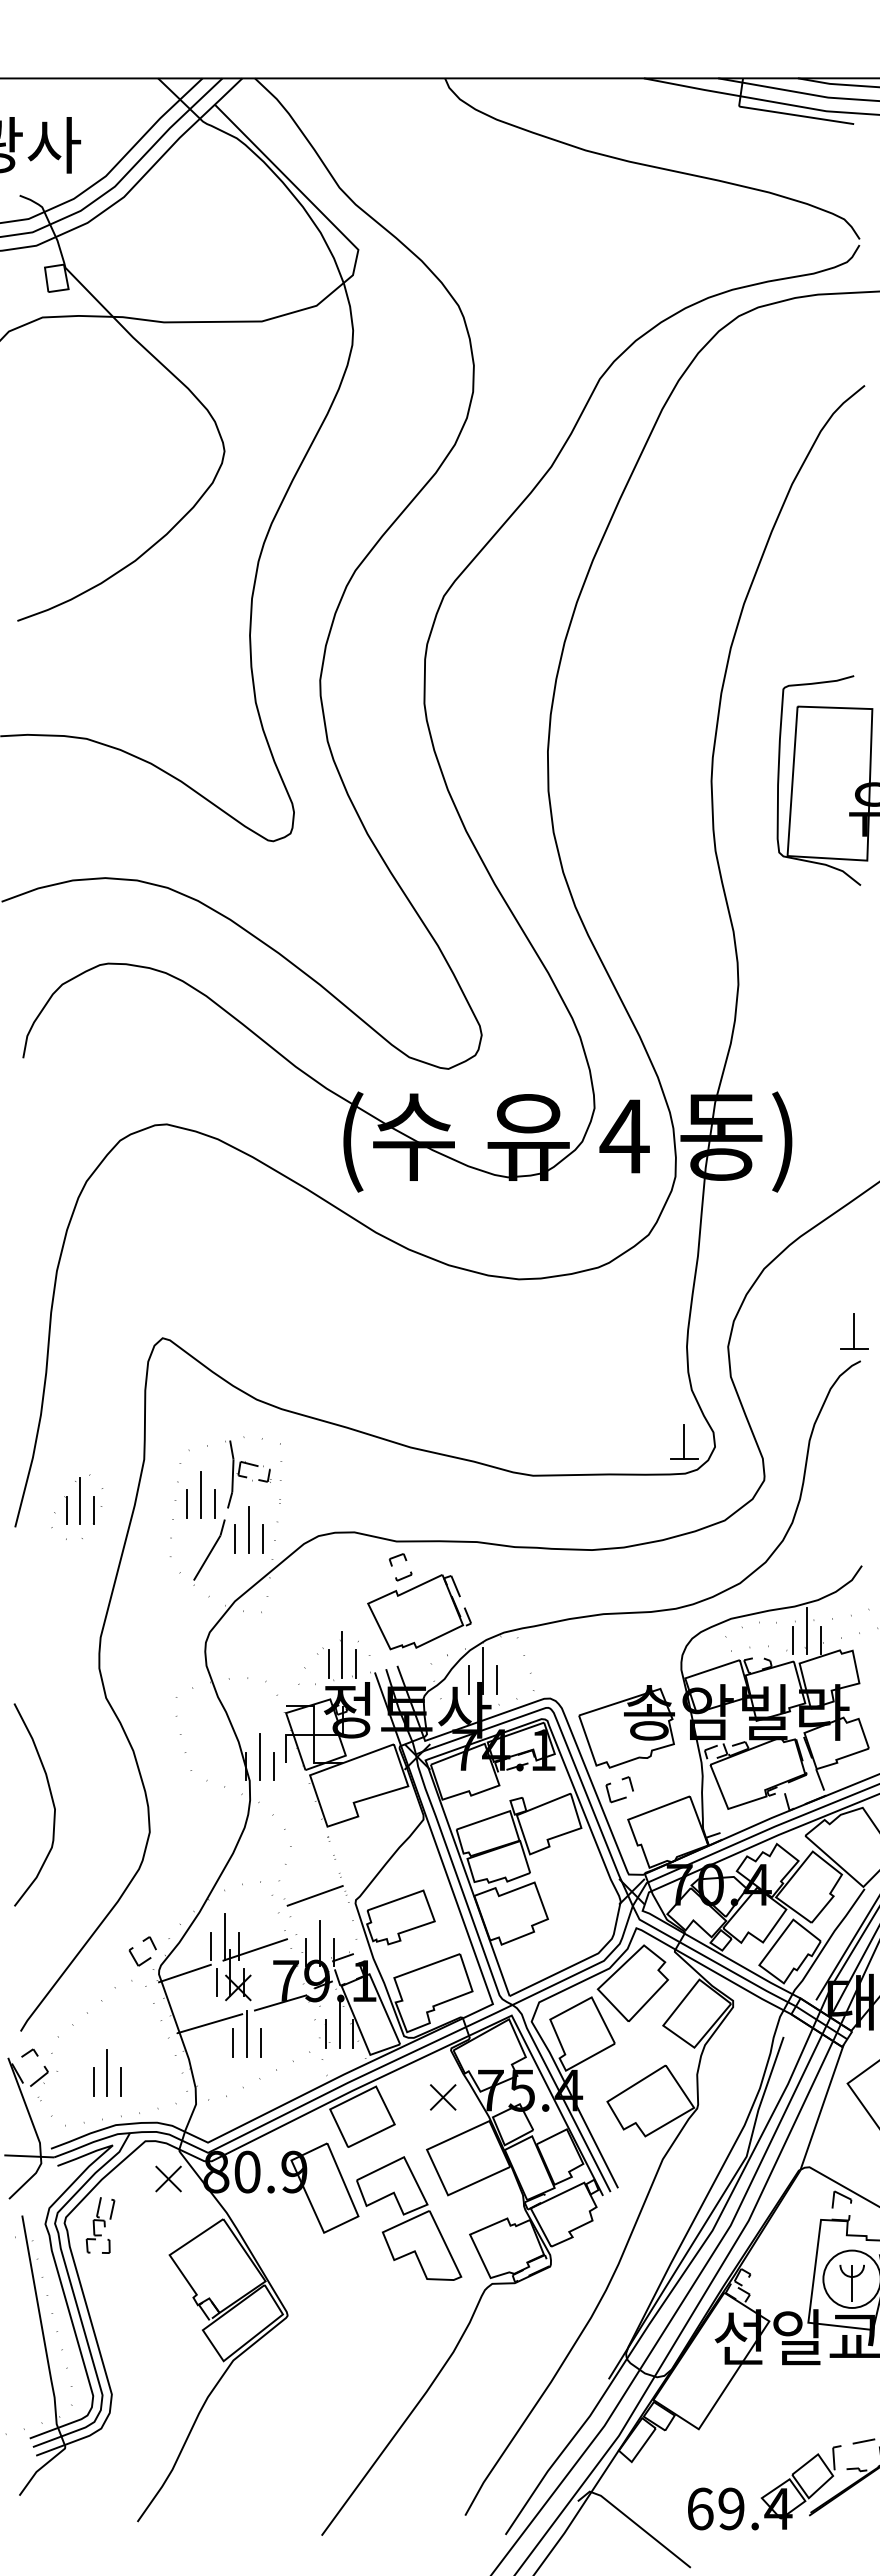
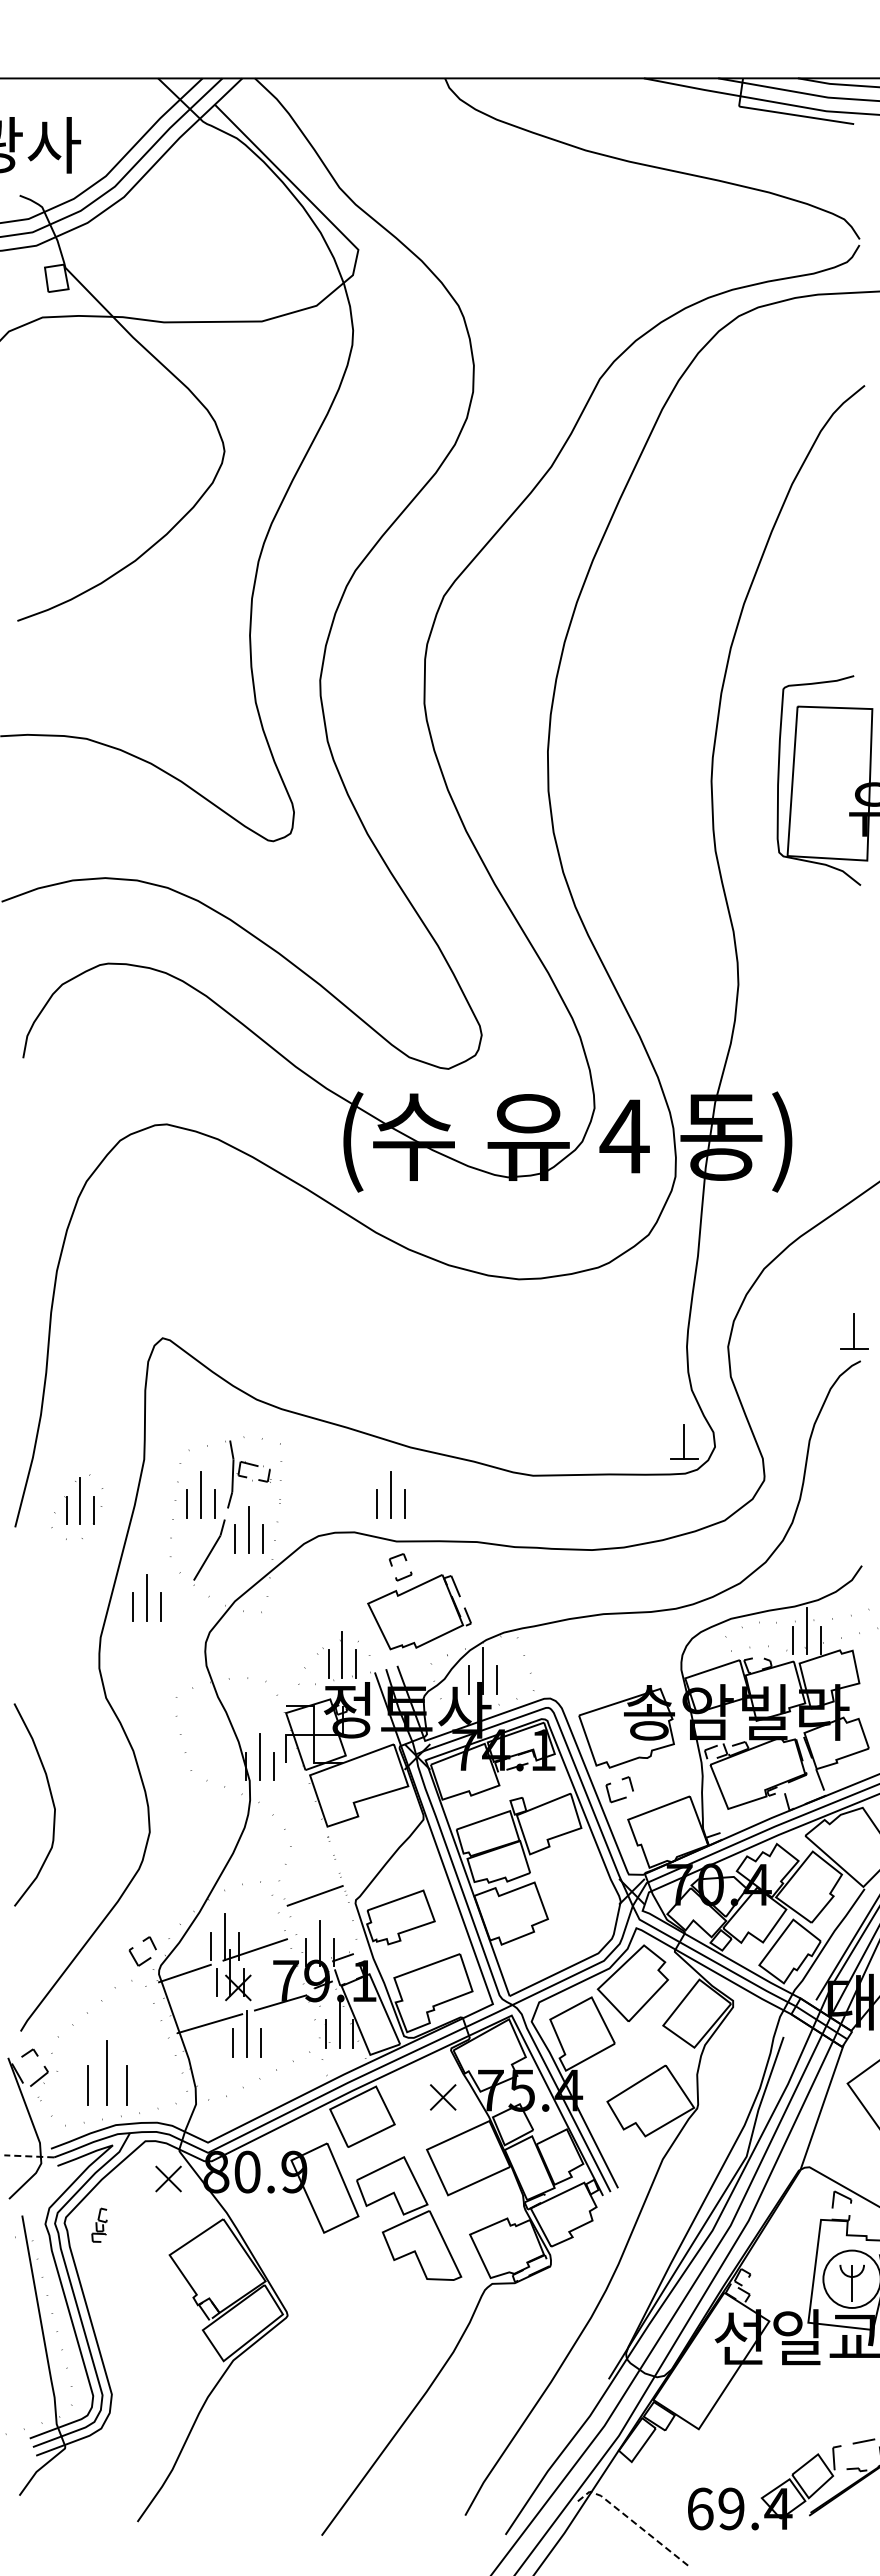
part at (390, 1494): none -> present
part at (146, 1597): none -> present
part at (107, 2072) size: 29x48 px -> 41x66 px
line at (29, 2156): solid -> dashed
part at (100, 2225) size: 31x57 px -> 17x36 px
line at (634, 2522): solid -> dashed
